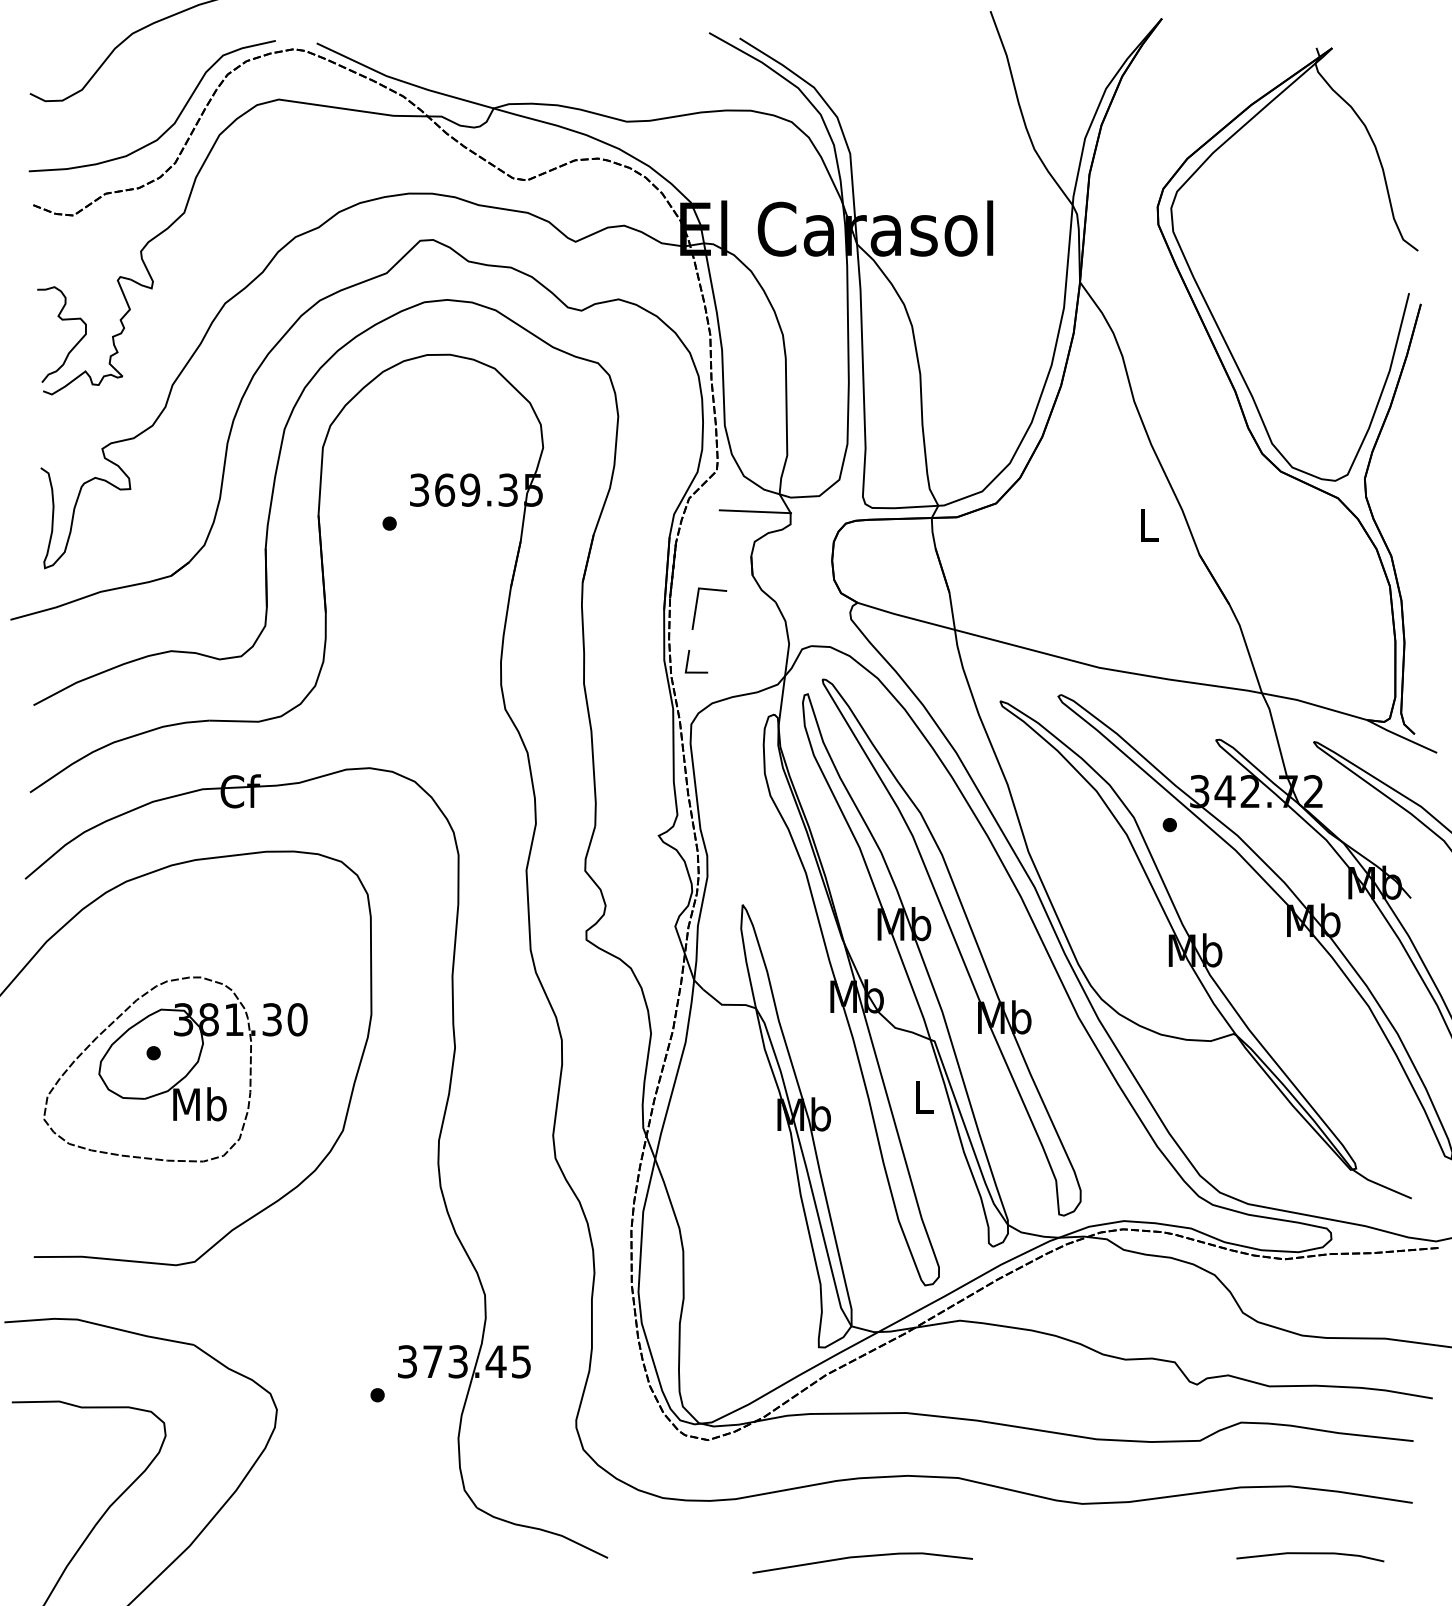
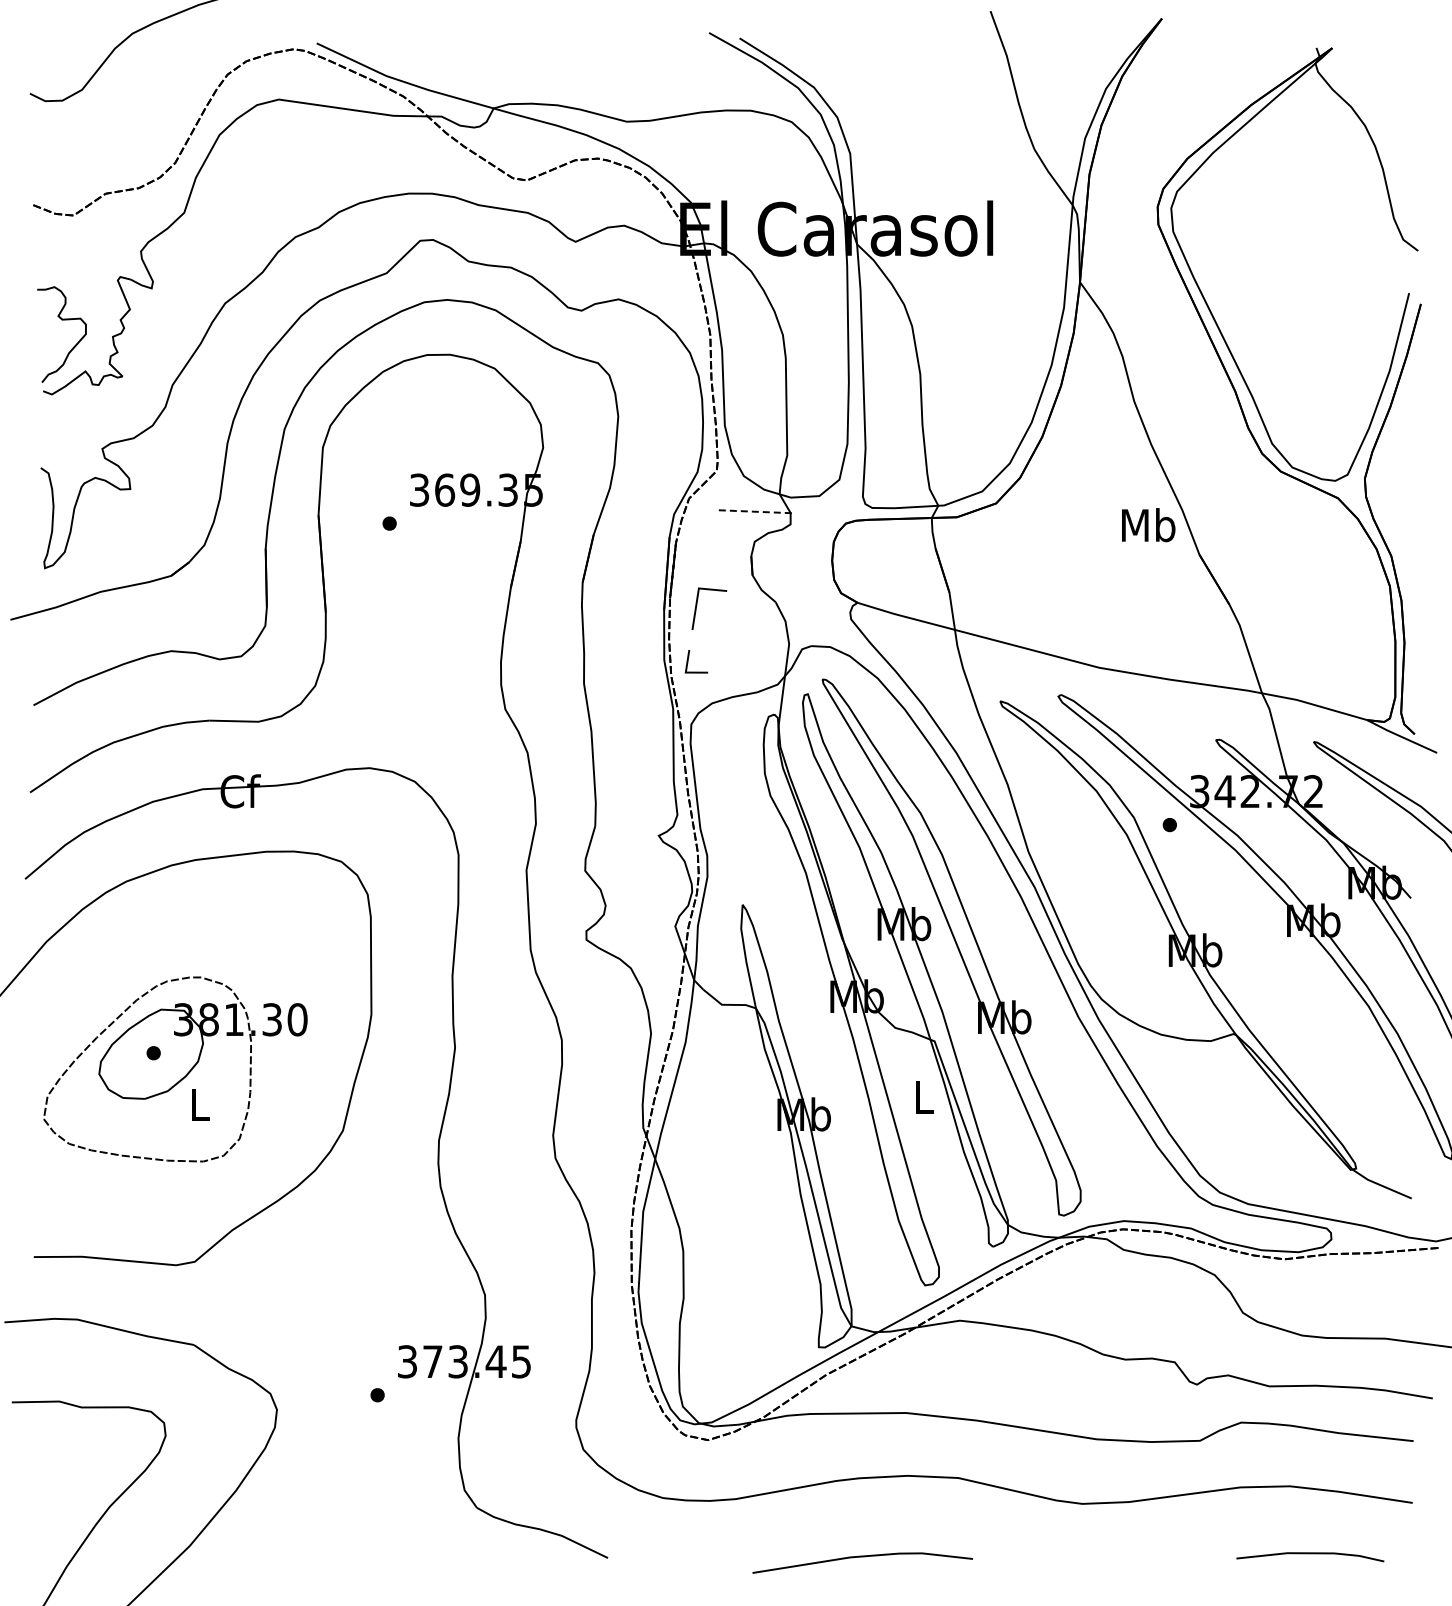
curve at (168, 127): present -> none
line at (755, 511): solid -> dashed
text at (1148, 525): L -> Mb
text at (199, 1104): Mb -> L
